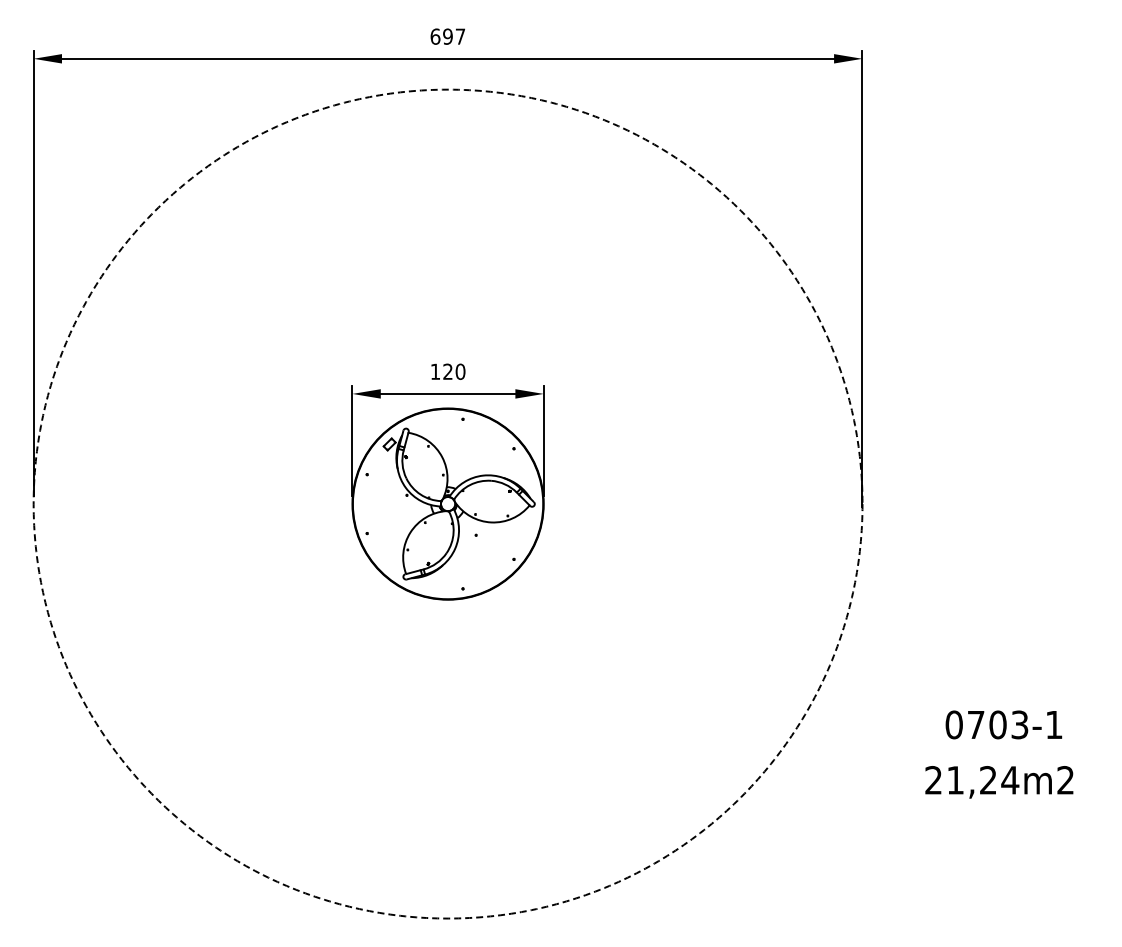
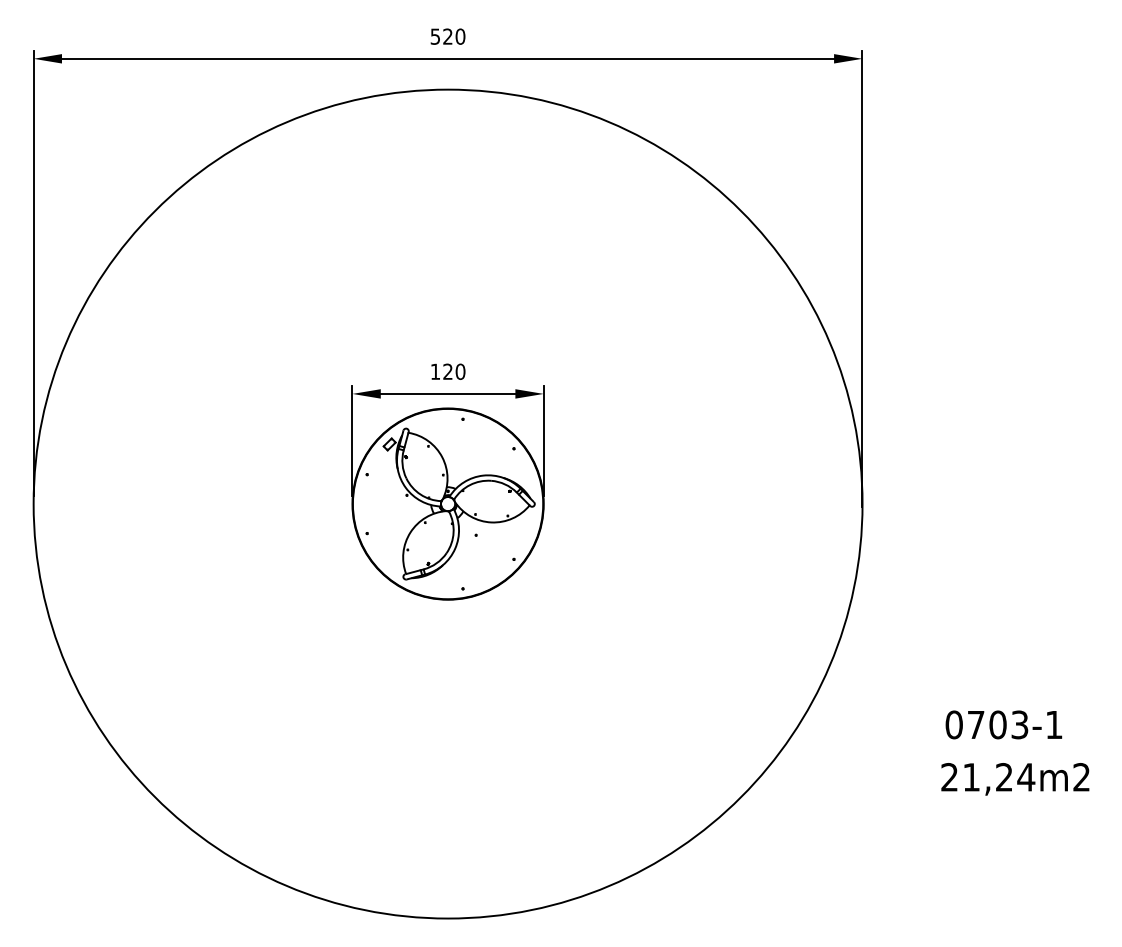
text at (447, 36): 697 -> 520
circle at (447, 503): dashed -> solid
text at (999, 782) position: (999, 782) -> (1015, 779)
